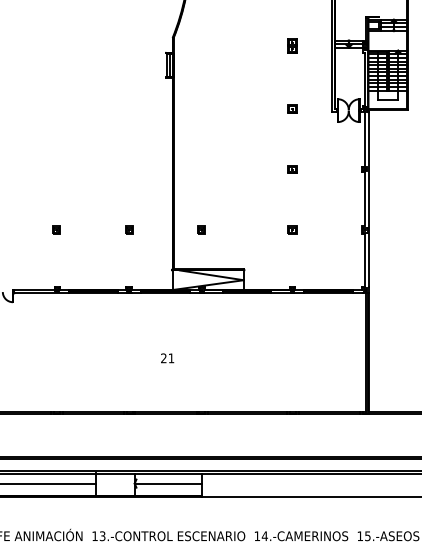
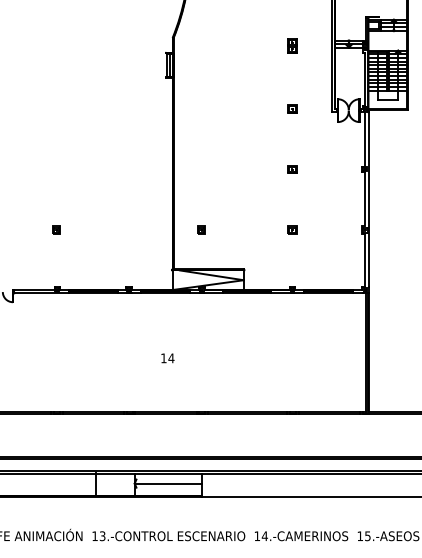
part at (129, 229): present -> none
text at (167, 358): 21 -> 14
line at (48, 483): present -> none
